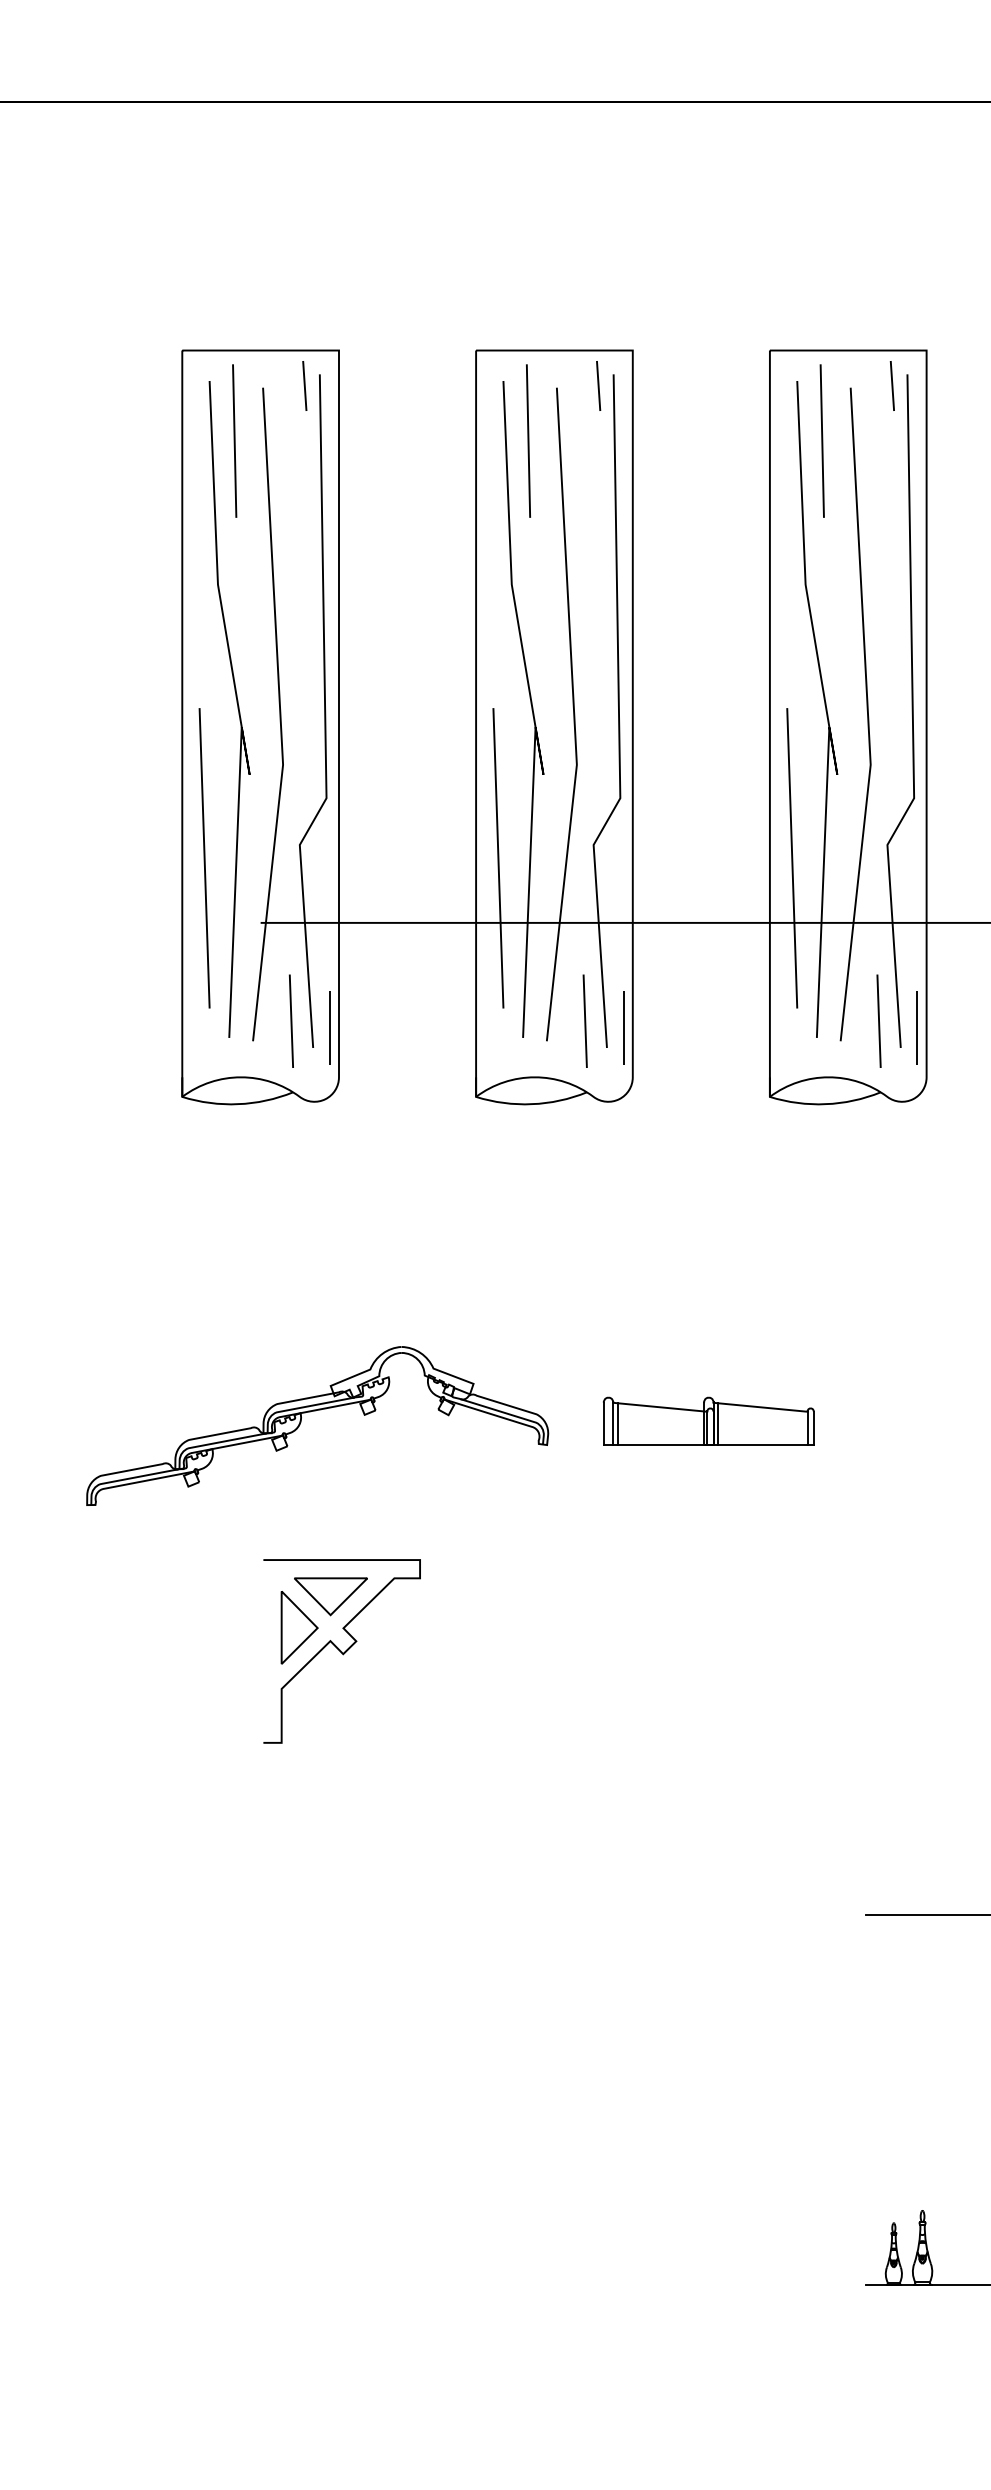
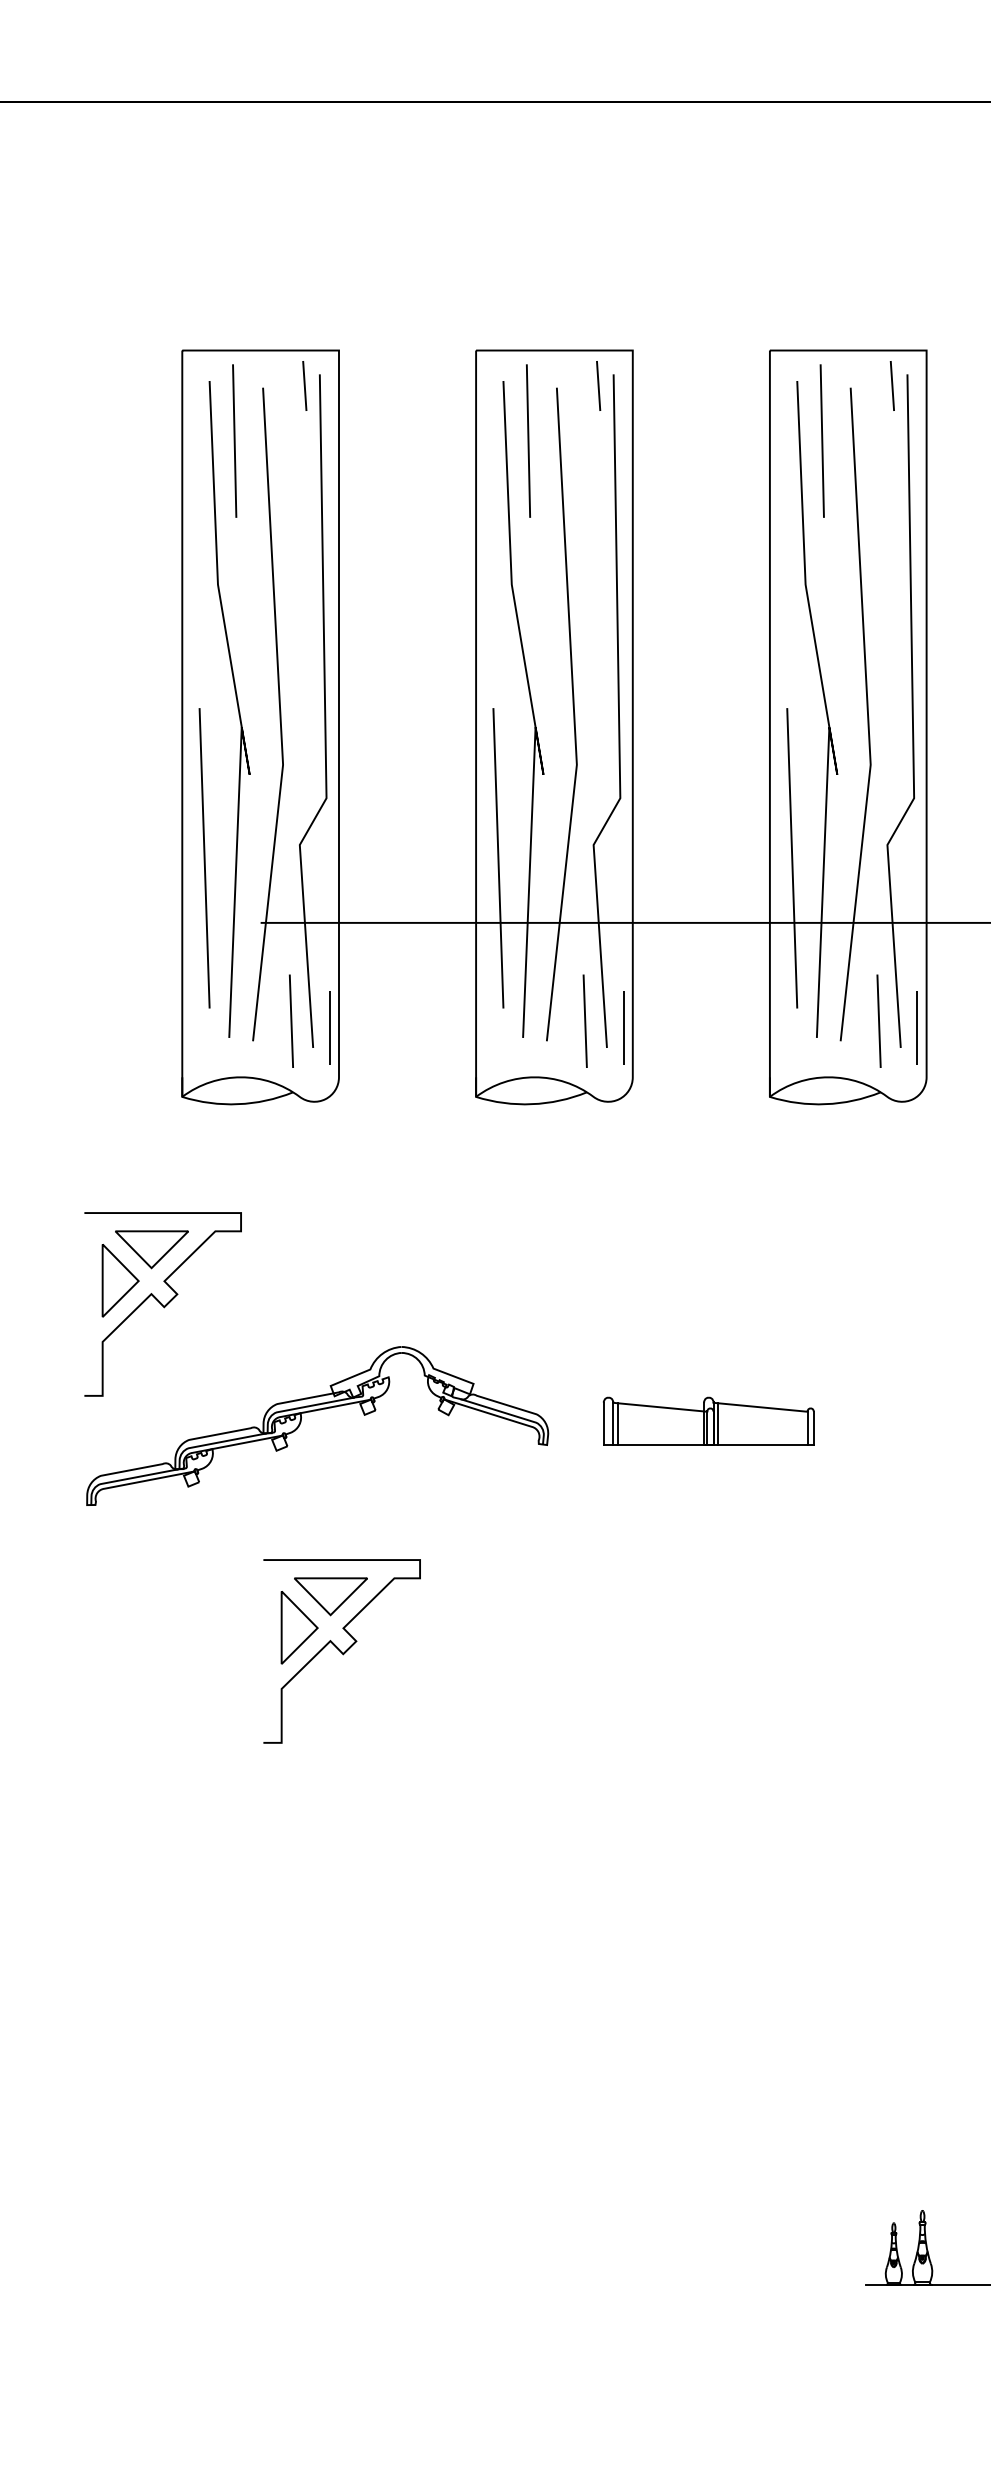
part at (162, 1304): none -> present
line at (926, 1914): present -> none
